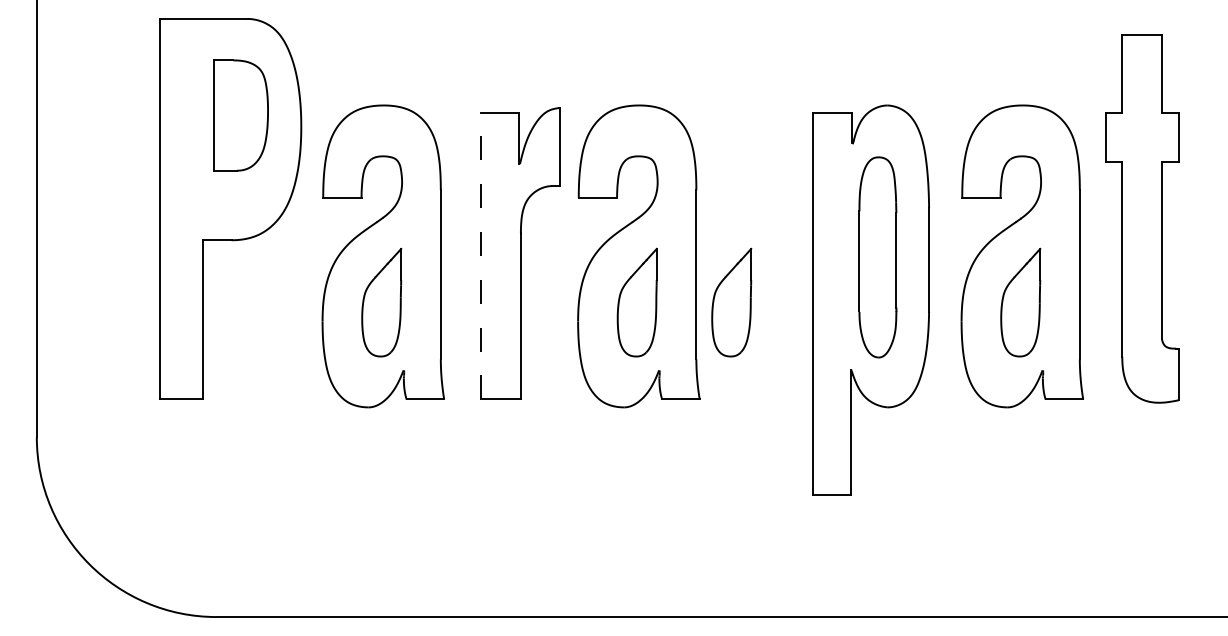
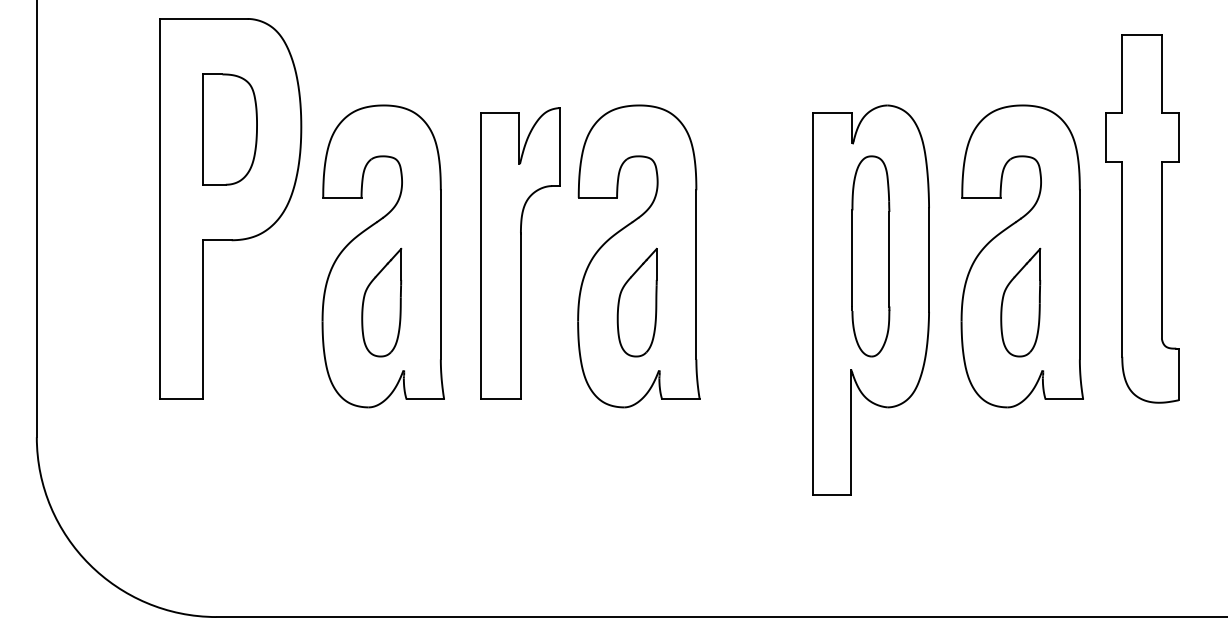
part at (240, 115) position: (240, 115) -> (229, 129)
line at (481, 255): dashed -> solid
part at (877, 257) position: (877, 257) -> (870, 256)
part at (731, 302): present -> none
